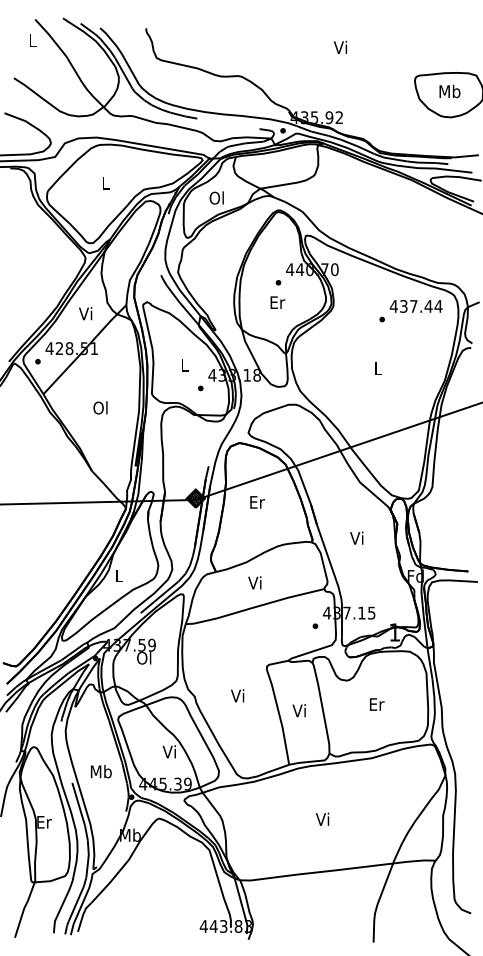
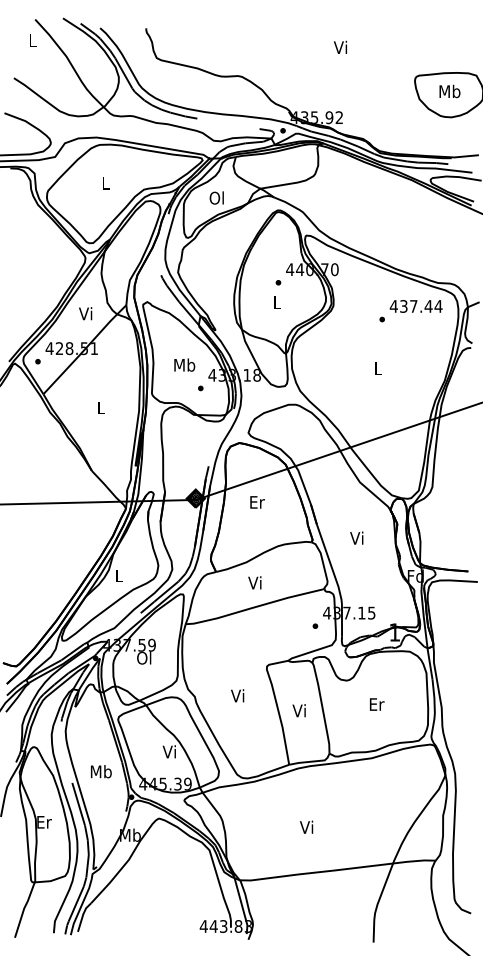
text at (277, 302): Er -> L
text at (184, 364): L -> Mb
text at (100, 407): Ol -> L
text at (322, 818) position: (322, 818) -> (306, 826)
